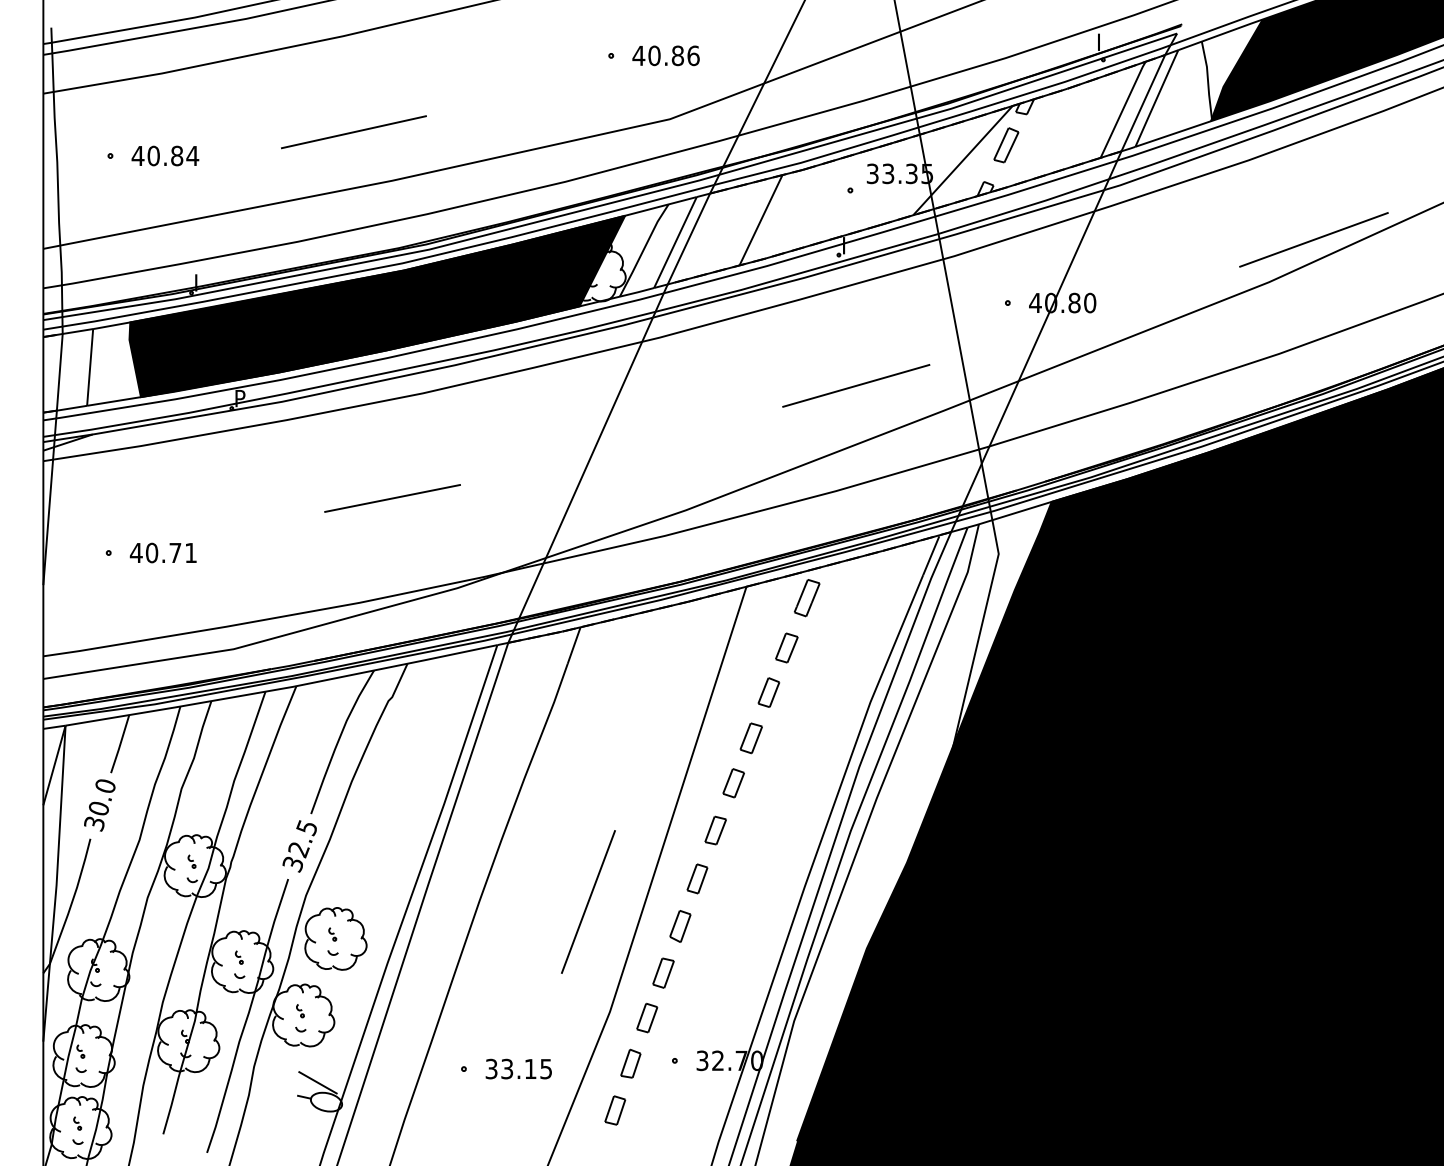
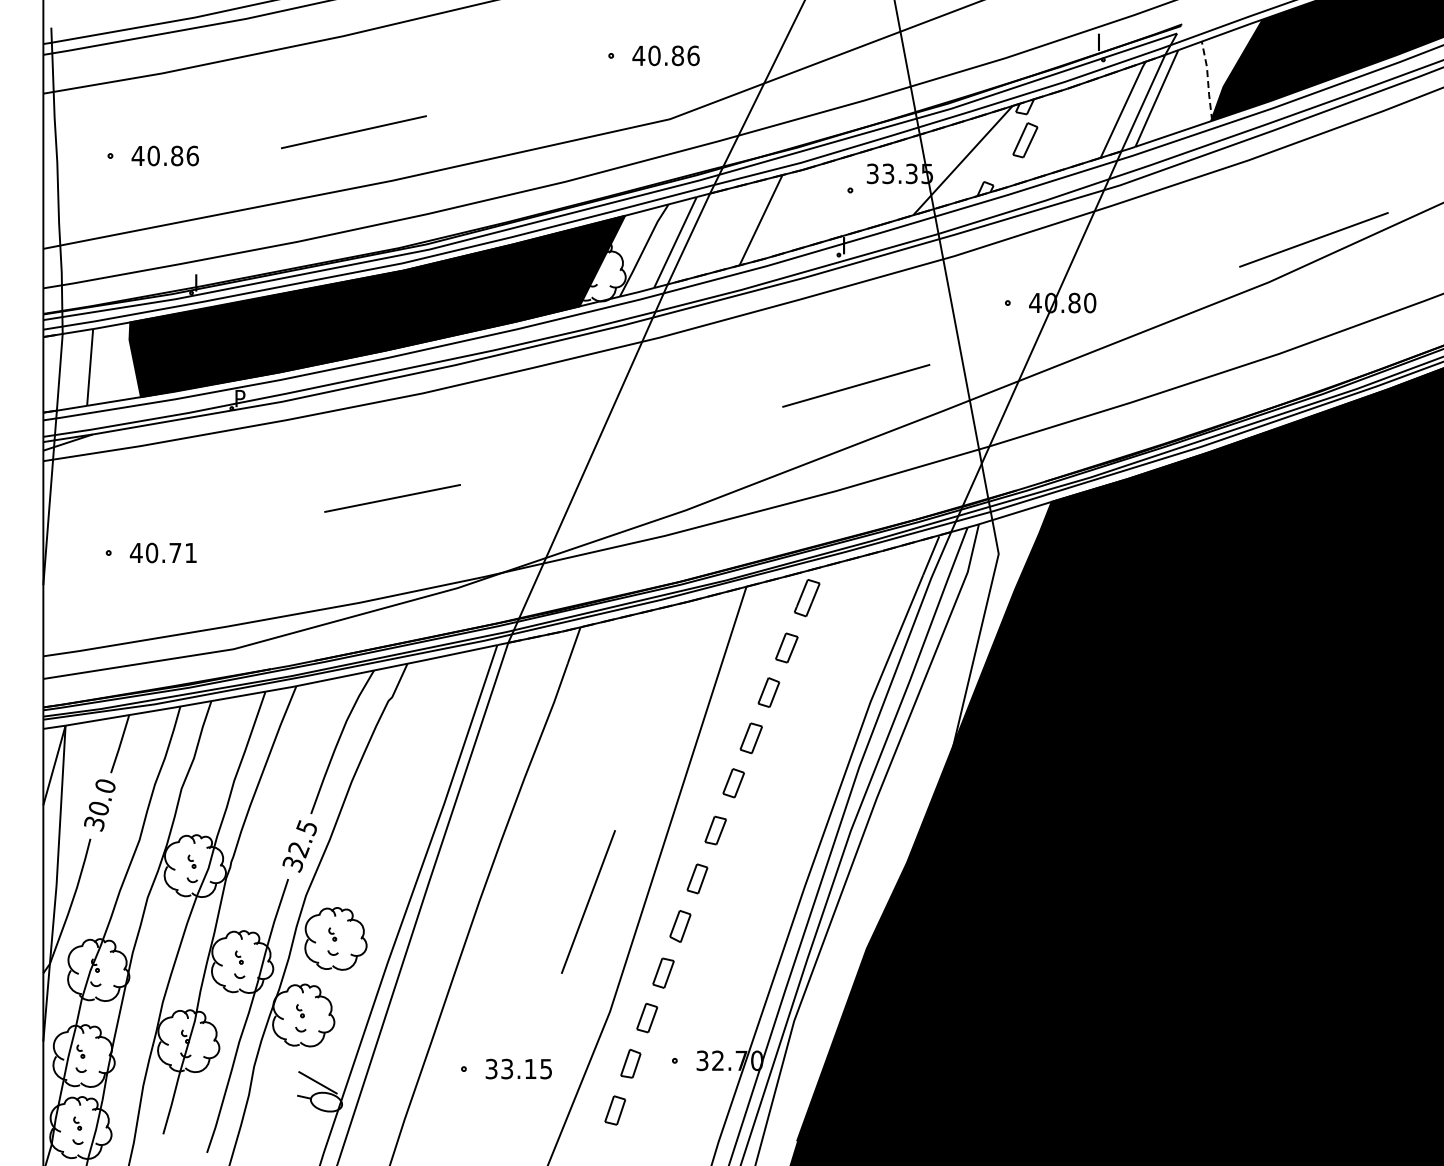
line at (1208, 81): solid -> dashed
part at (1006, 145) position: (1006, 145) -> (1025, 140)
text at (192, 155): 40.84 -> 40.86
